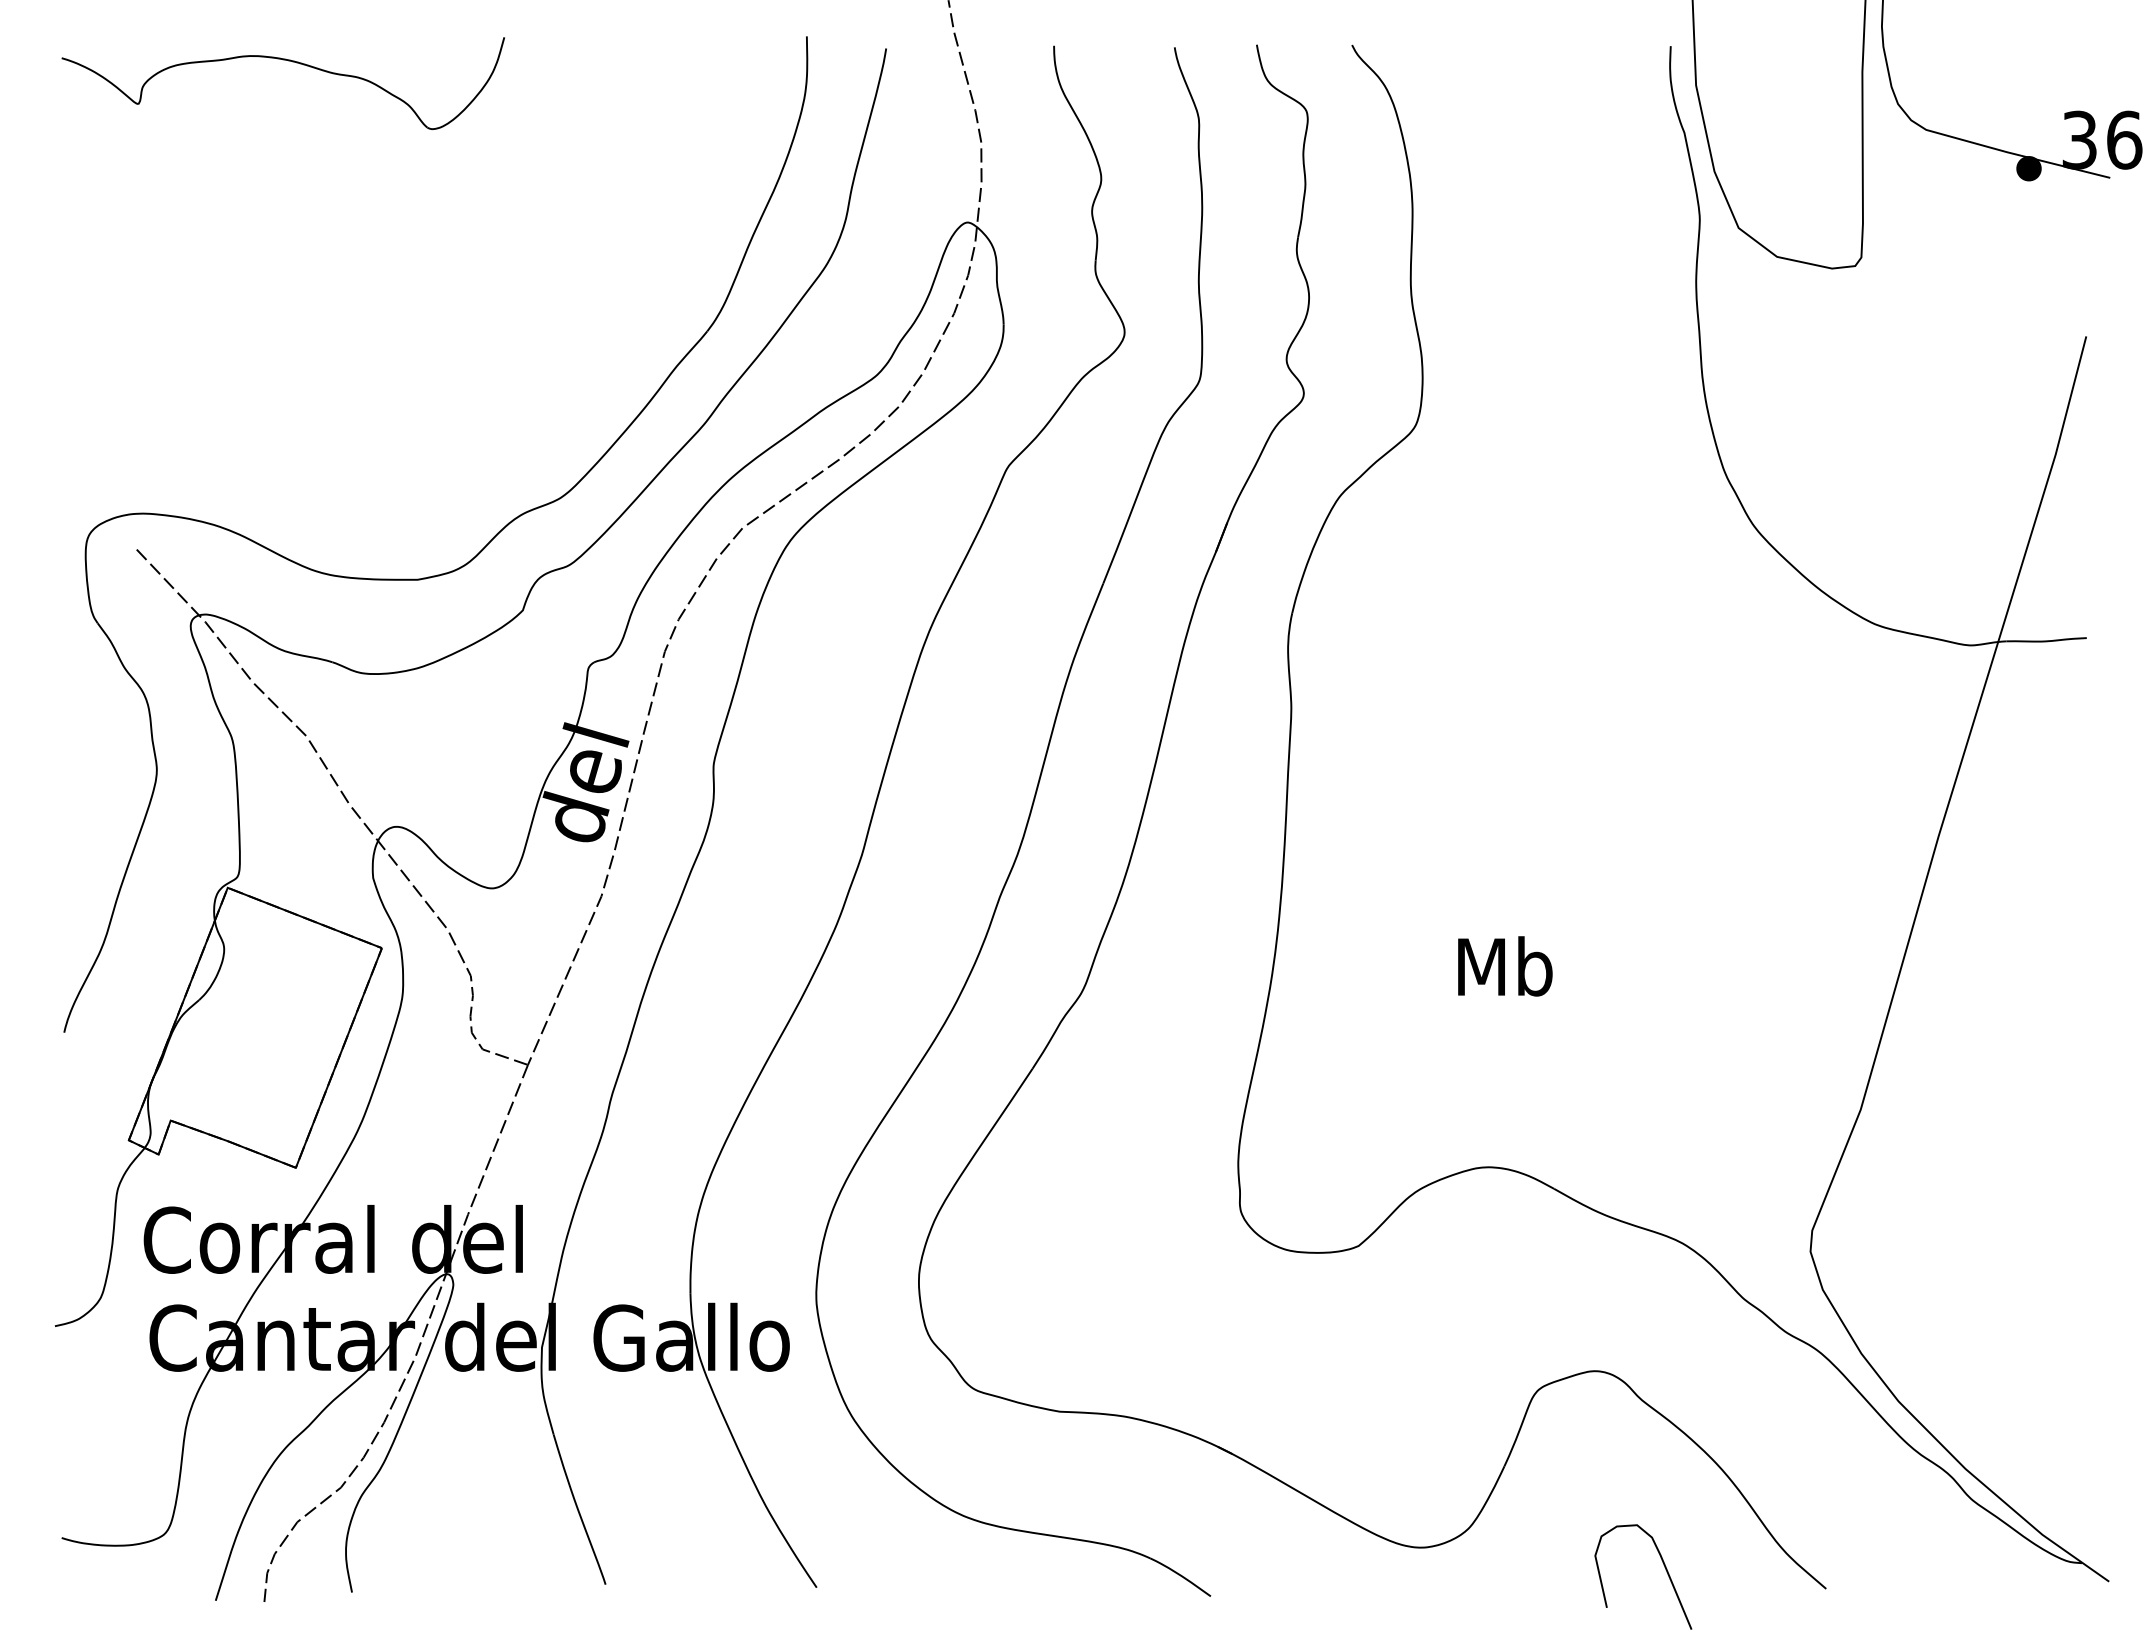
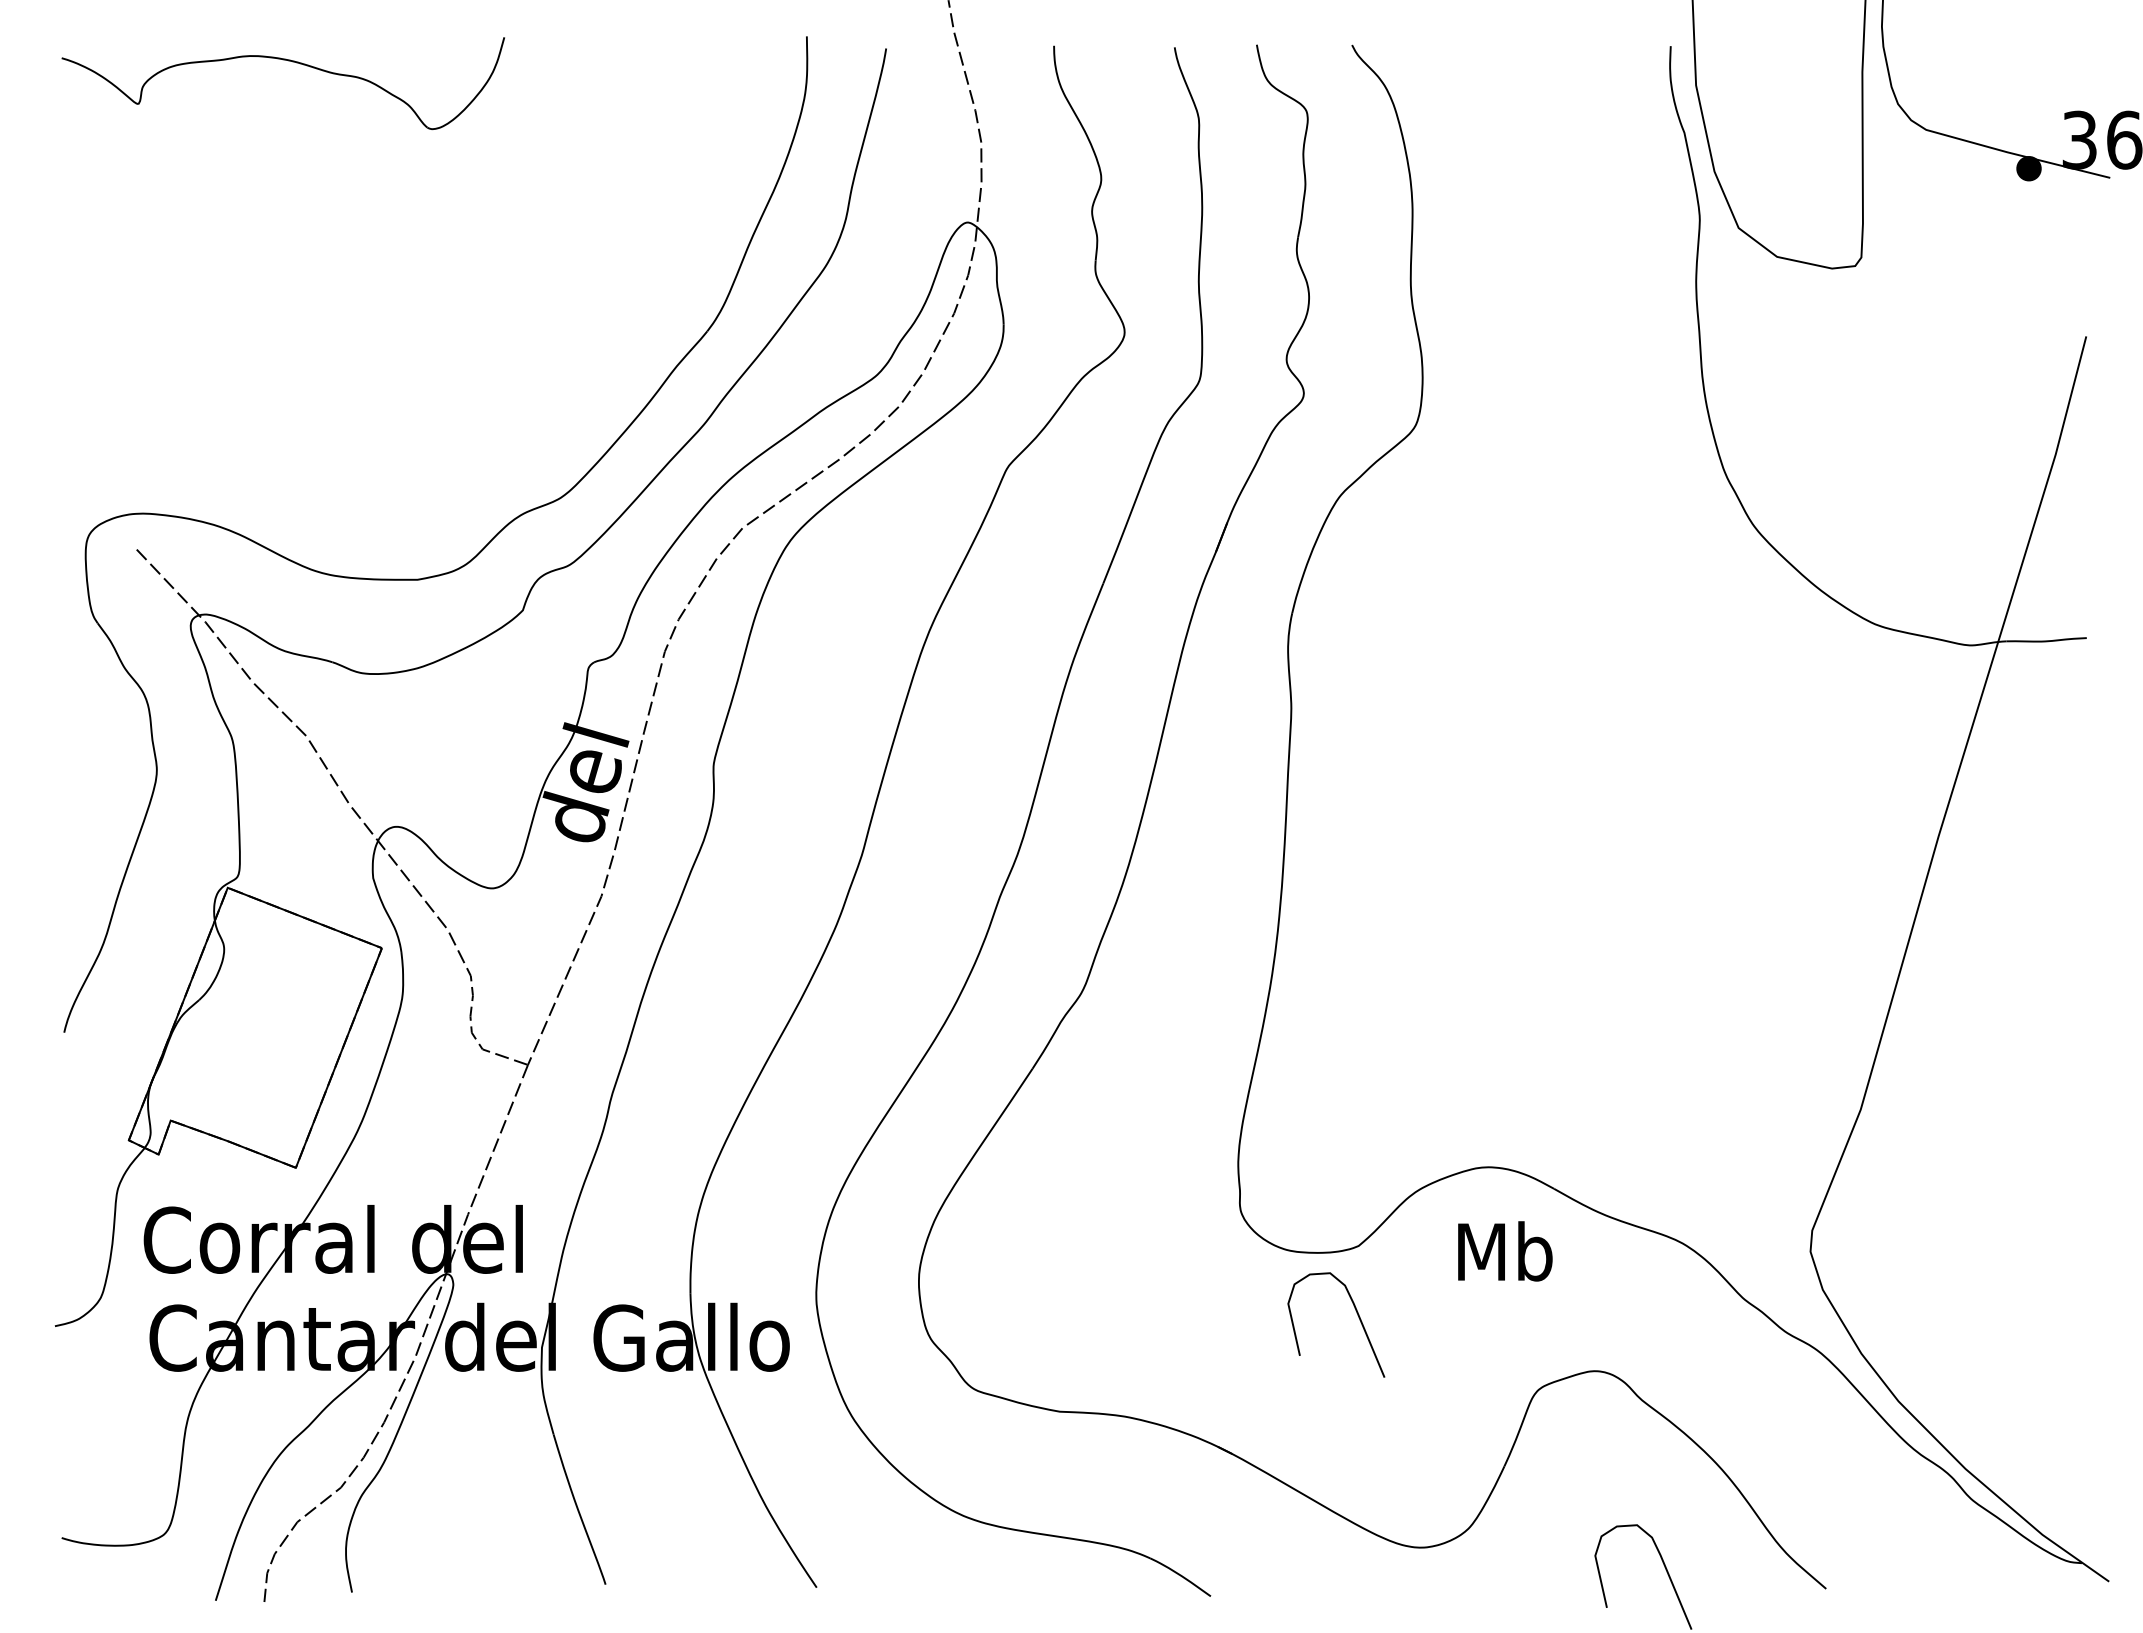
text at (1505, 966) position: (1505, 966) -> (1505, 1251)
curve at (1358, 1318): none -> present
